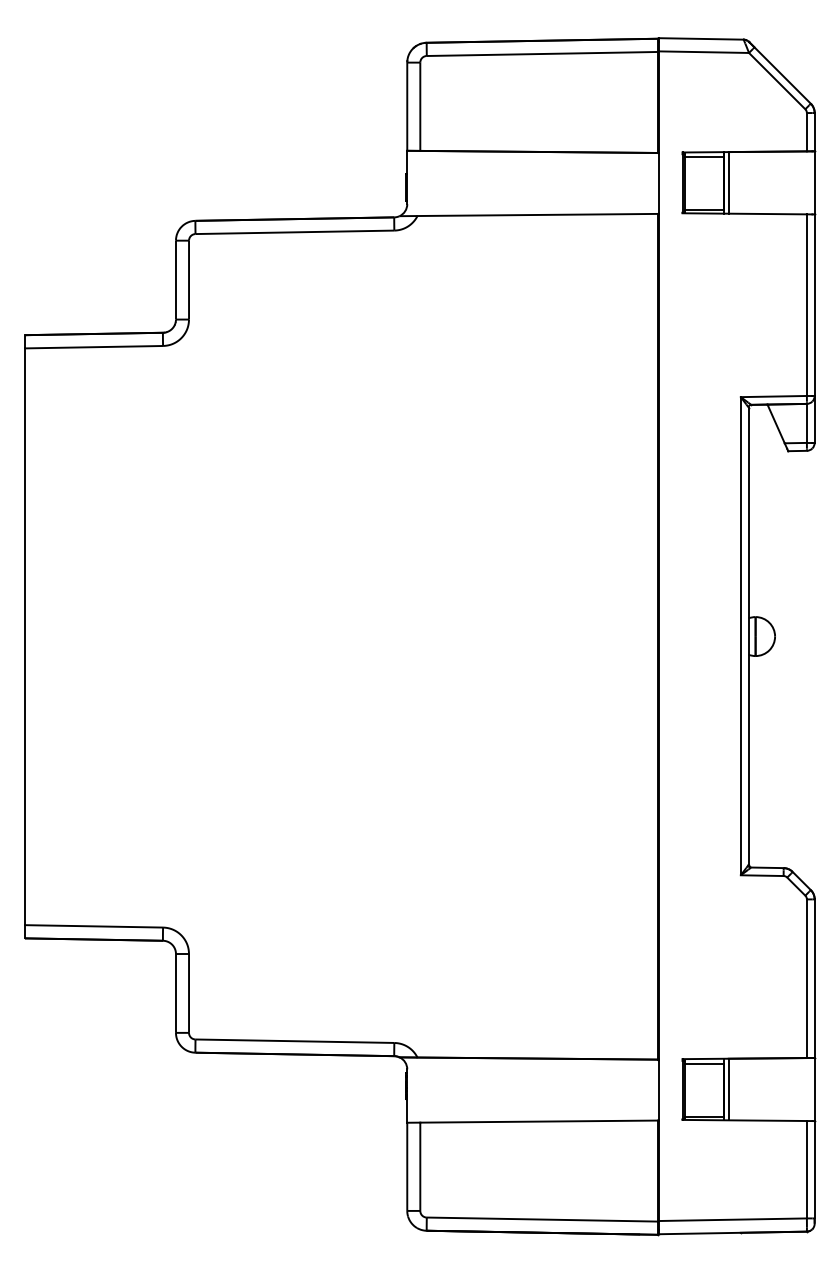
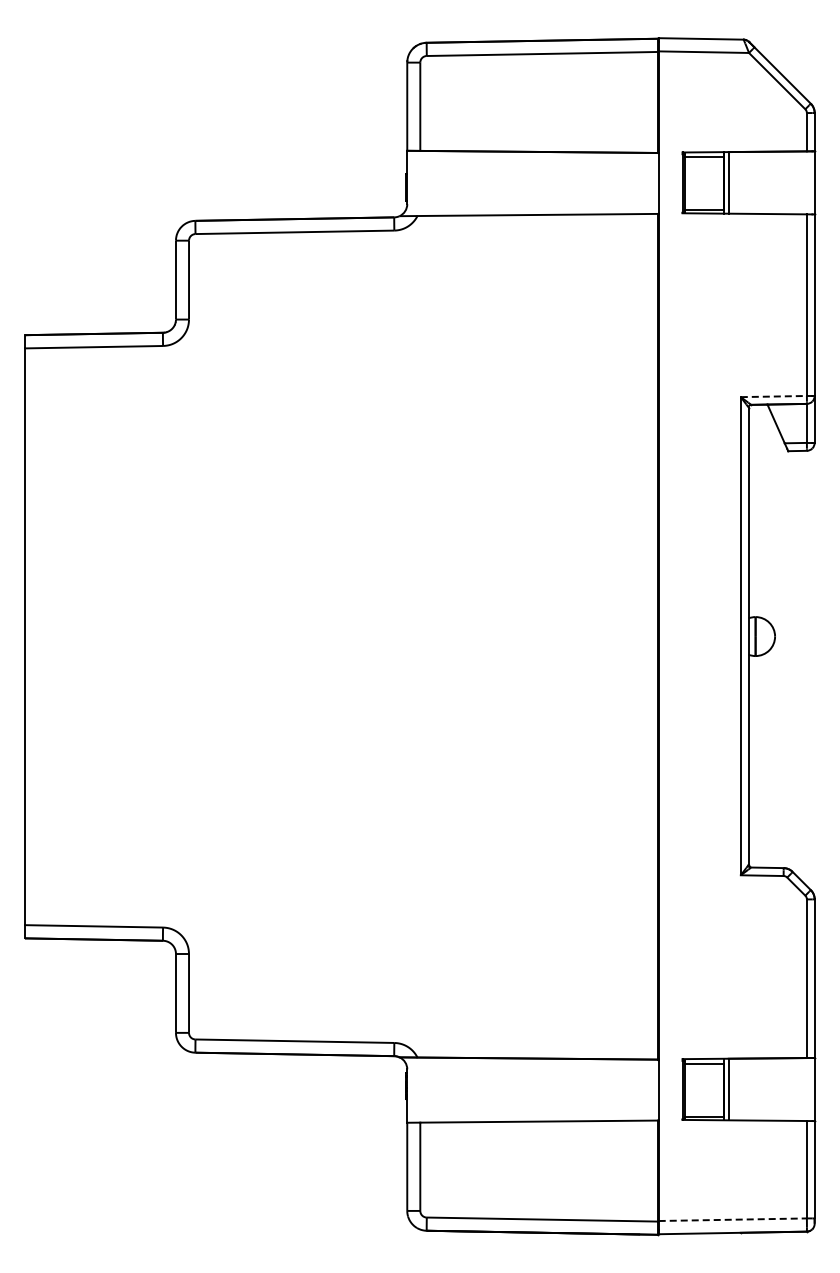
line at (774, 396): solid -> dashed
line at (733, 1219): solid -> dashed
